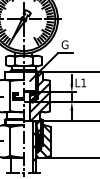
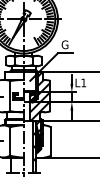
hatch at (43, 141): present -> none
